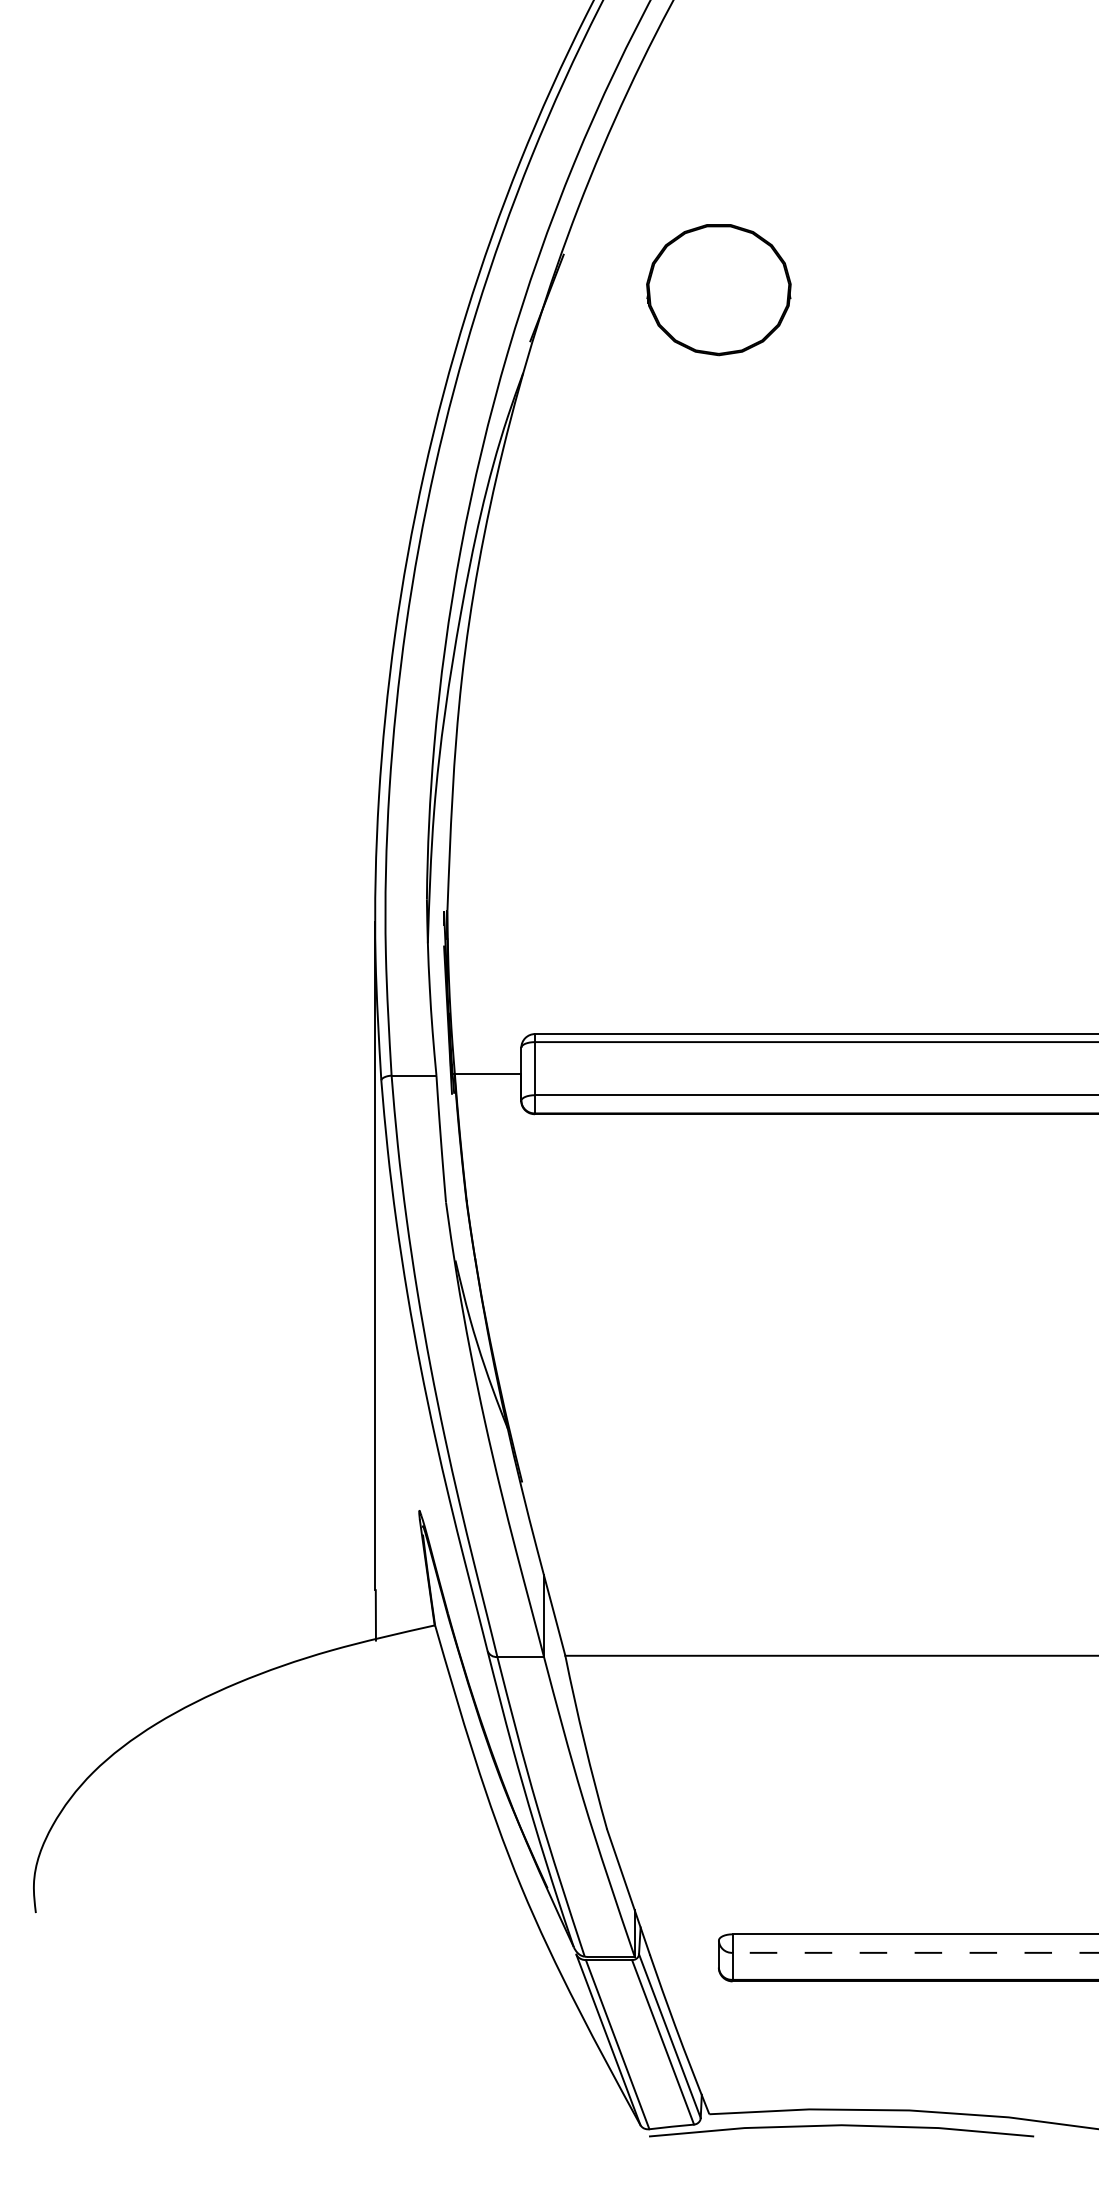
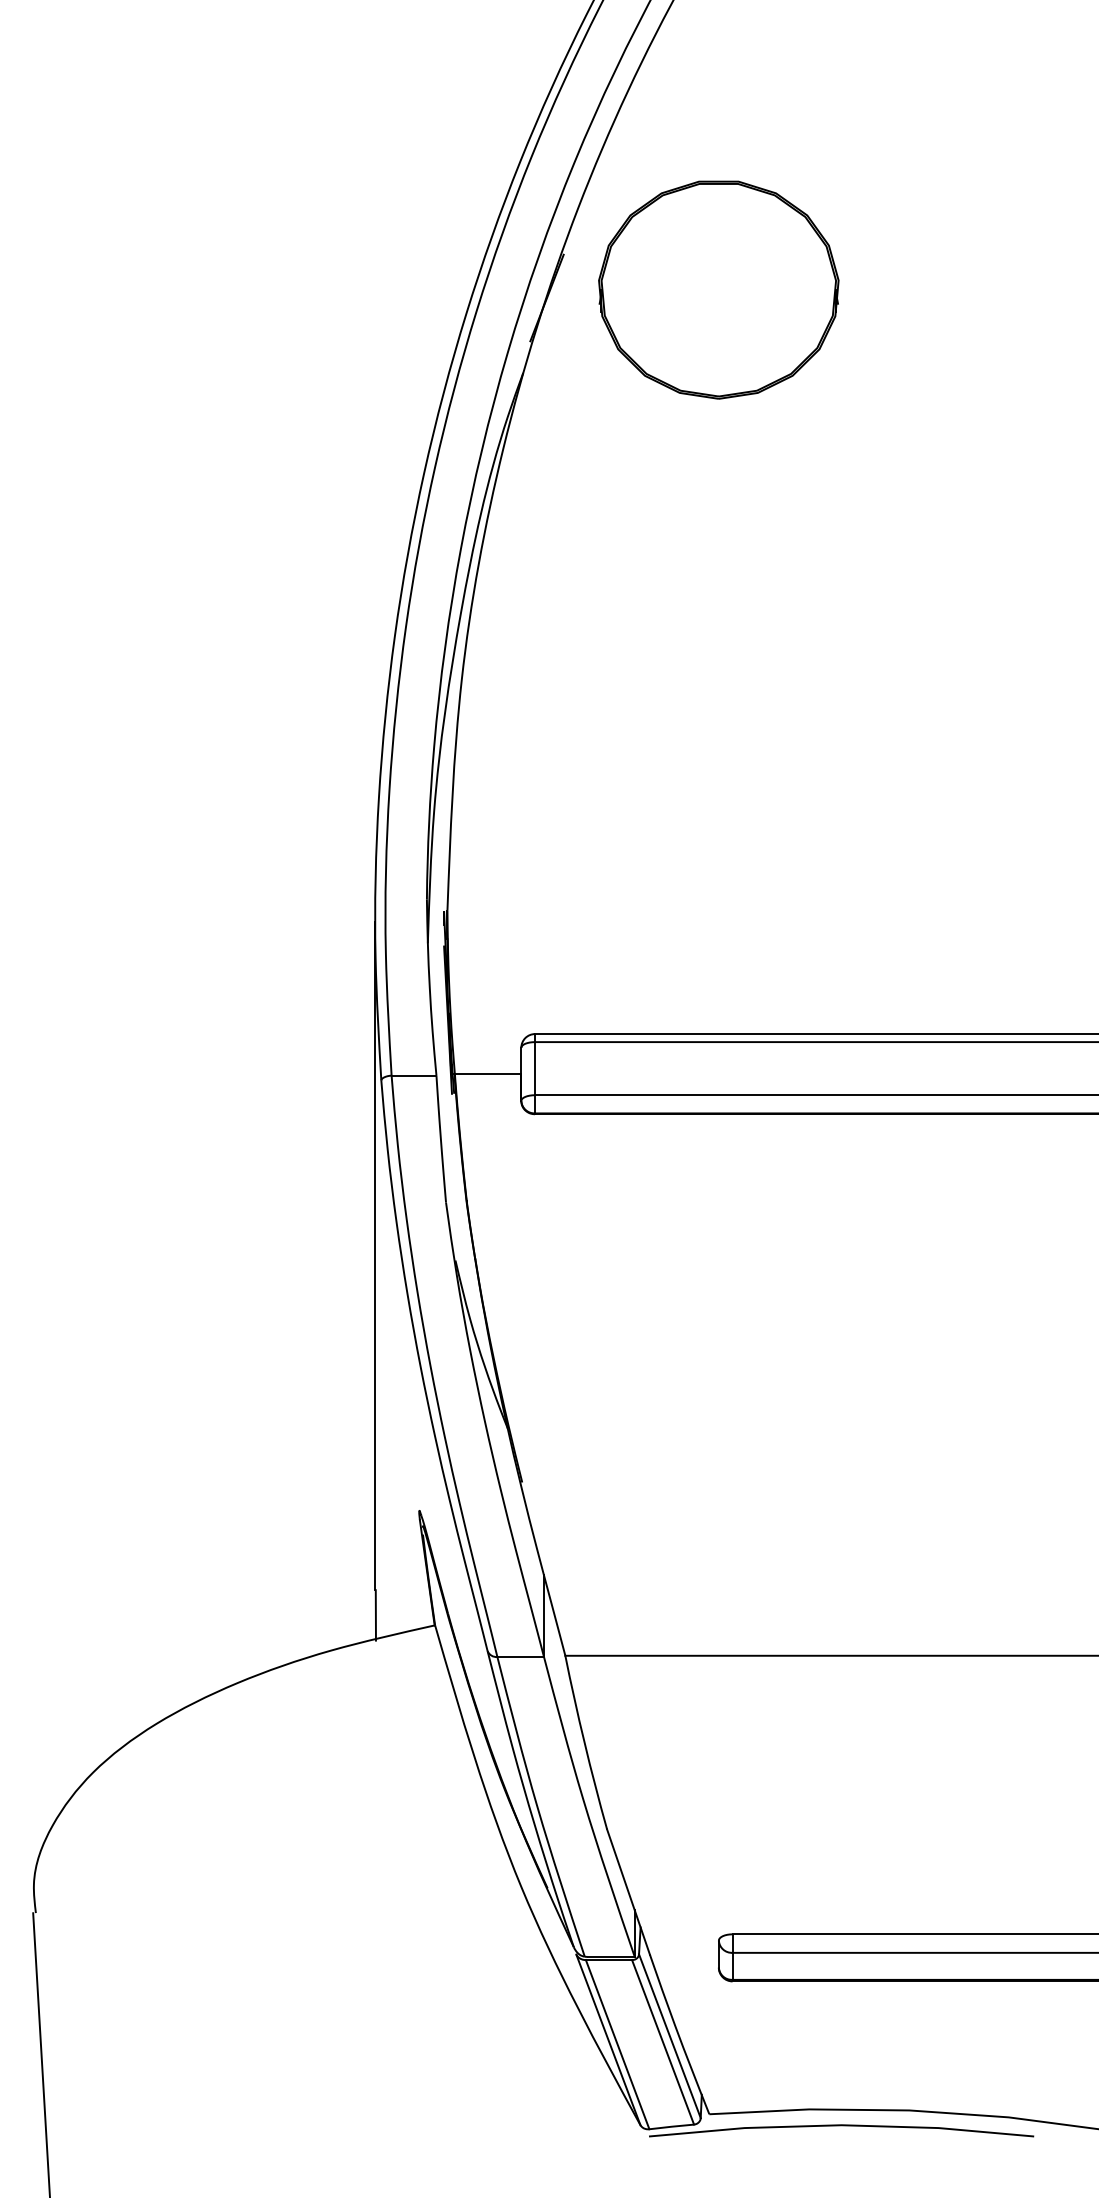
part at (718, 290) size: 146x133 px -> 242x220 px
line at (915, 1952): dashed -> solid
line at (41, 2053): none -> present
